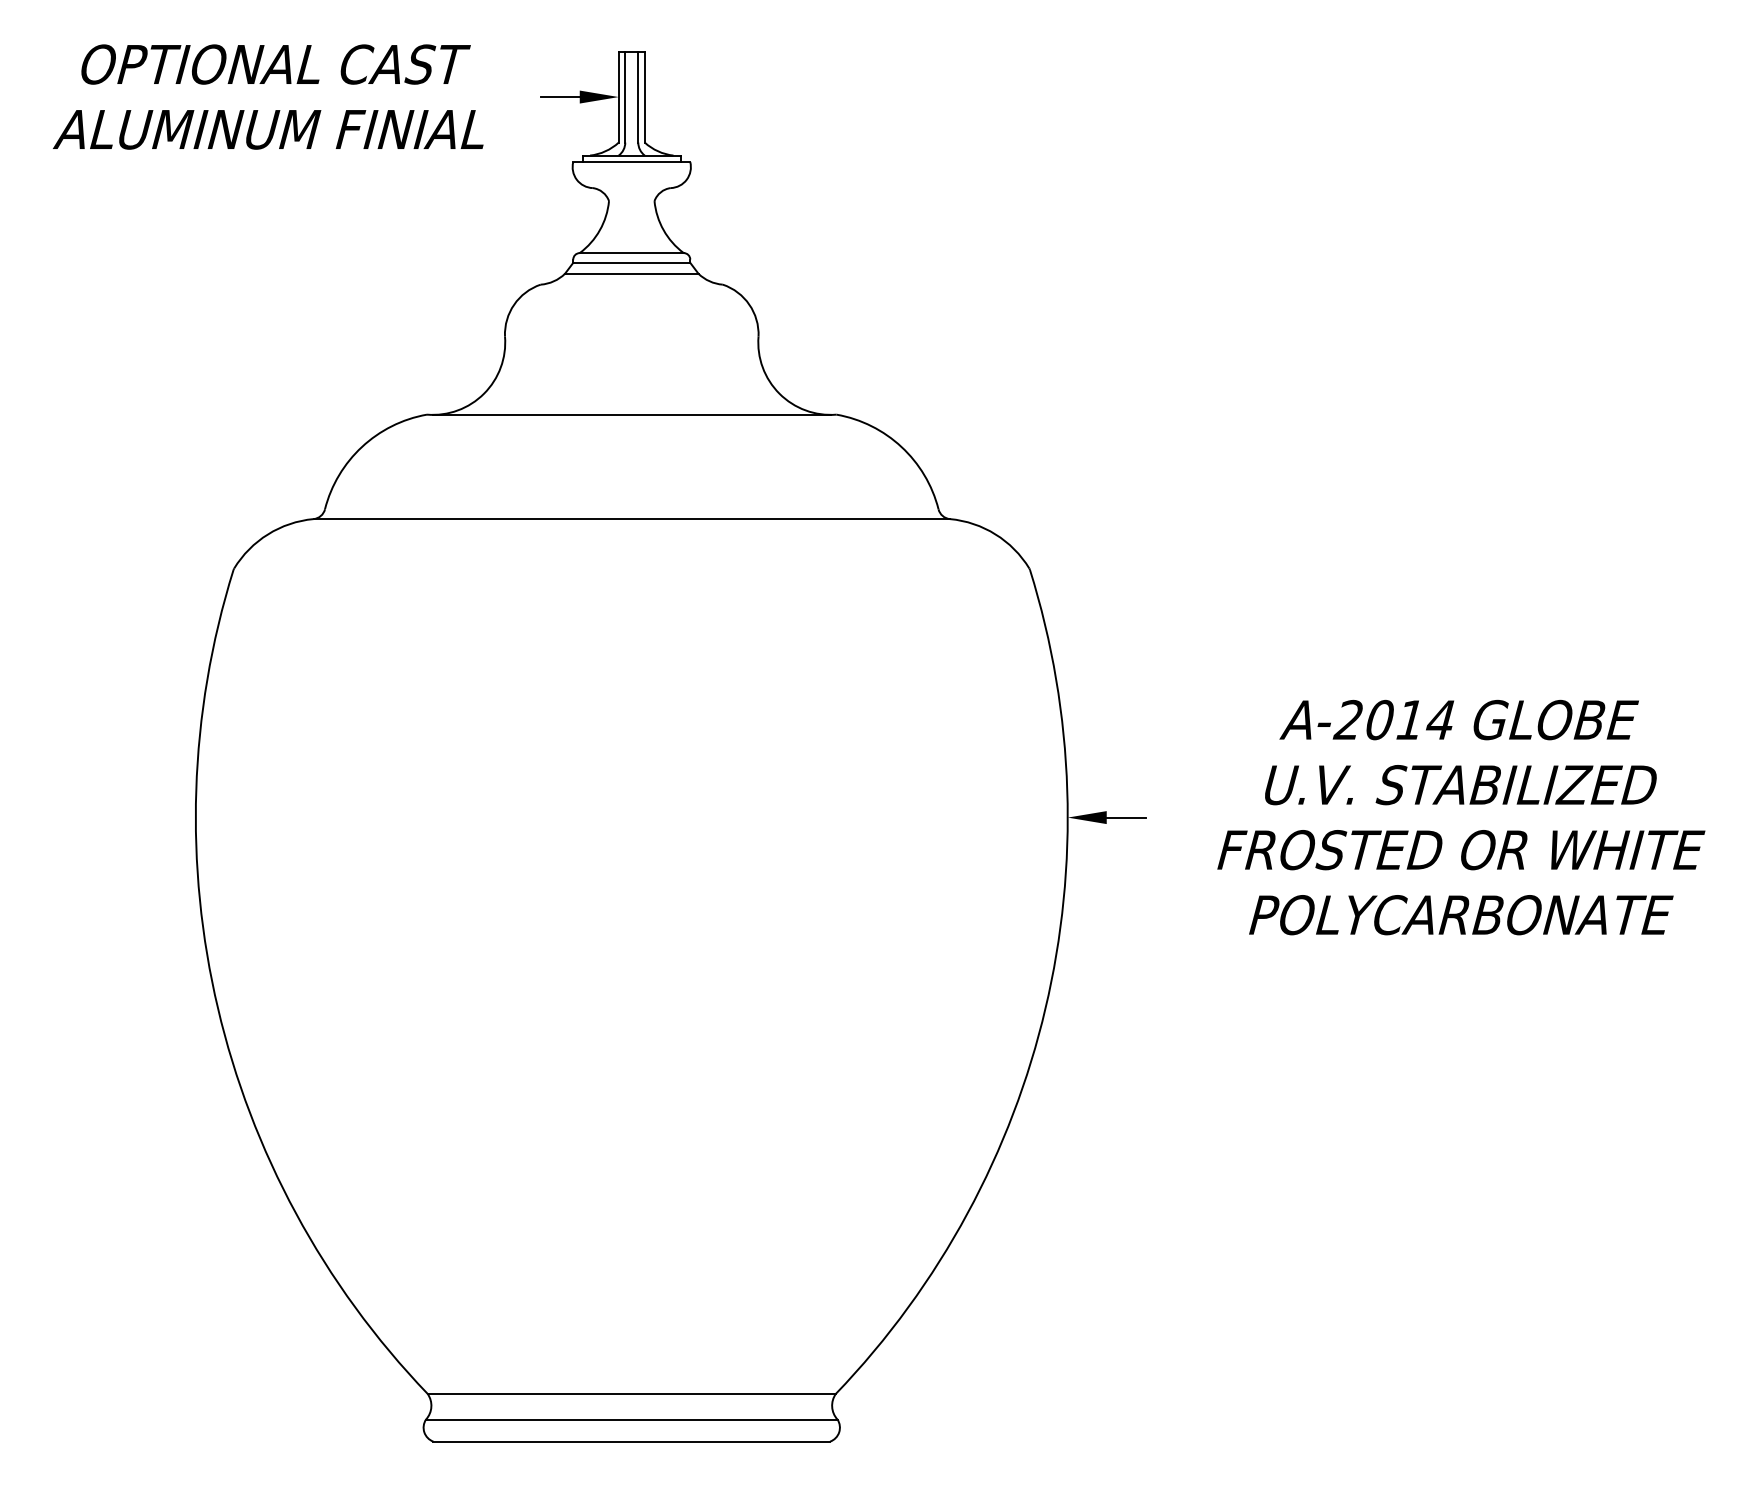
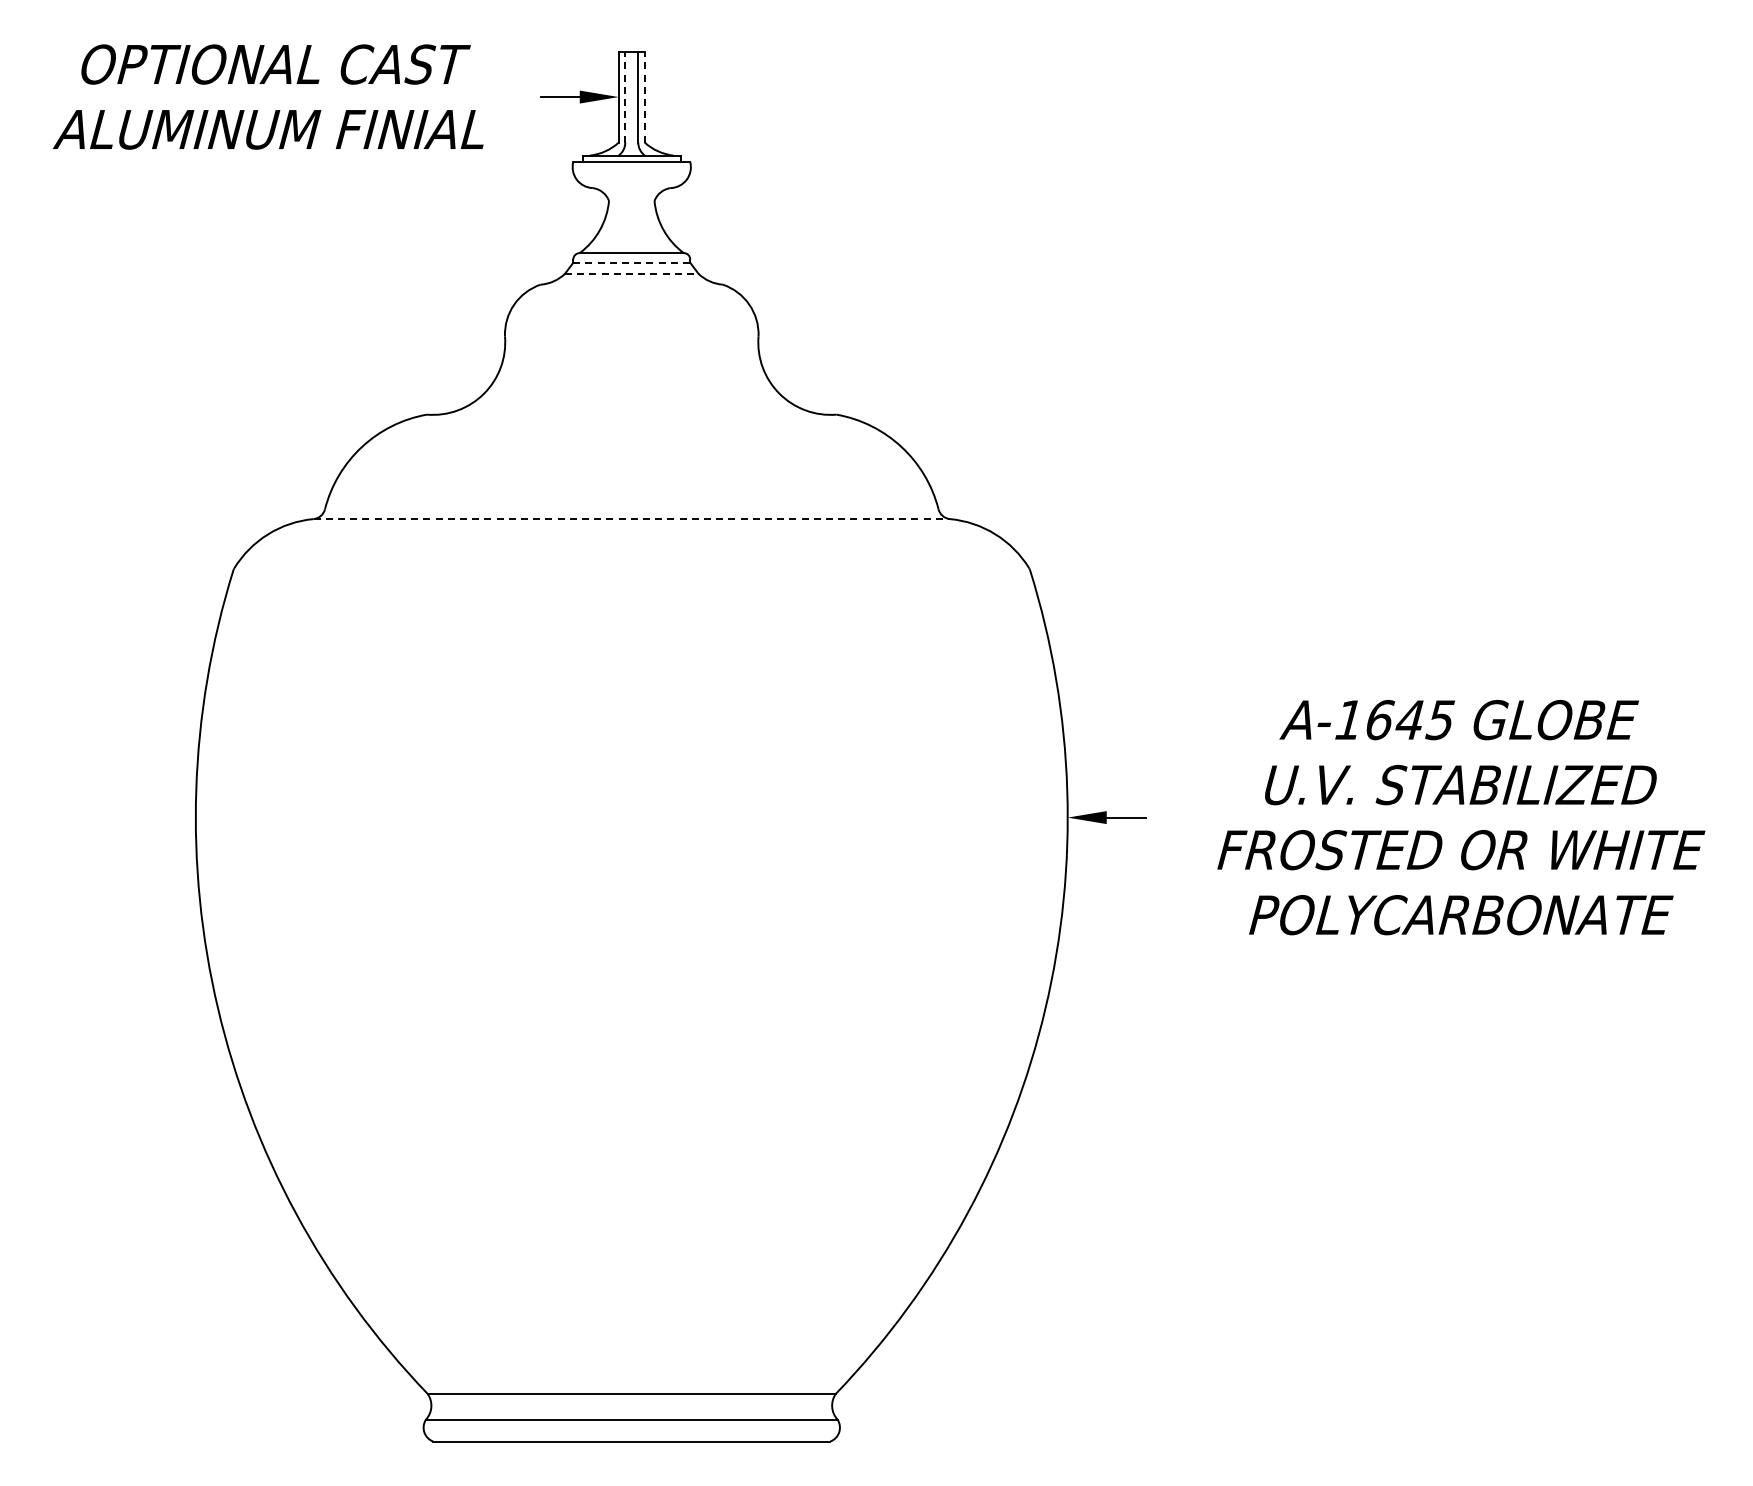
line at (625, 97): solid -> dashed
line at (644, 97): solid -> dashed
line at (631, 262): solid -> dashed
line at (631, 273): solid -> dashed
line at (631, 414): present -> none
line at (632, 519): solid -> dashed
text at (1393, 719): A-2014 -> A-1645
